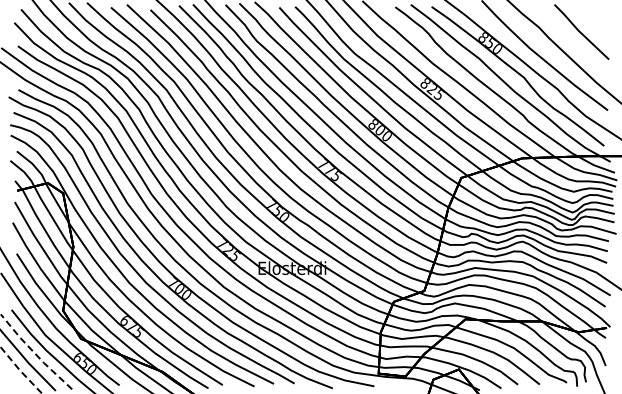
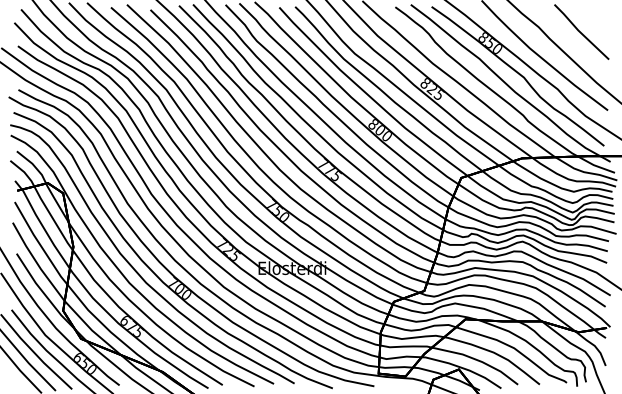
line at (35, 353): dashed -> solid
line at (20, 370): dashed -> solid
